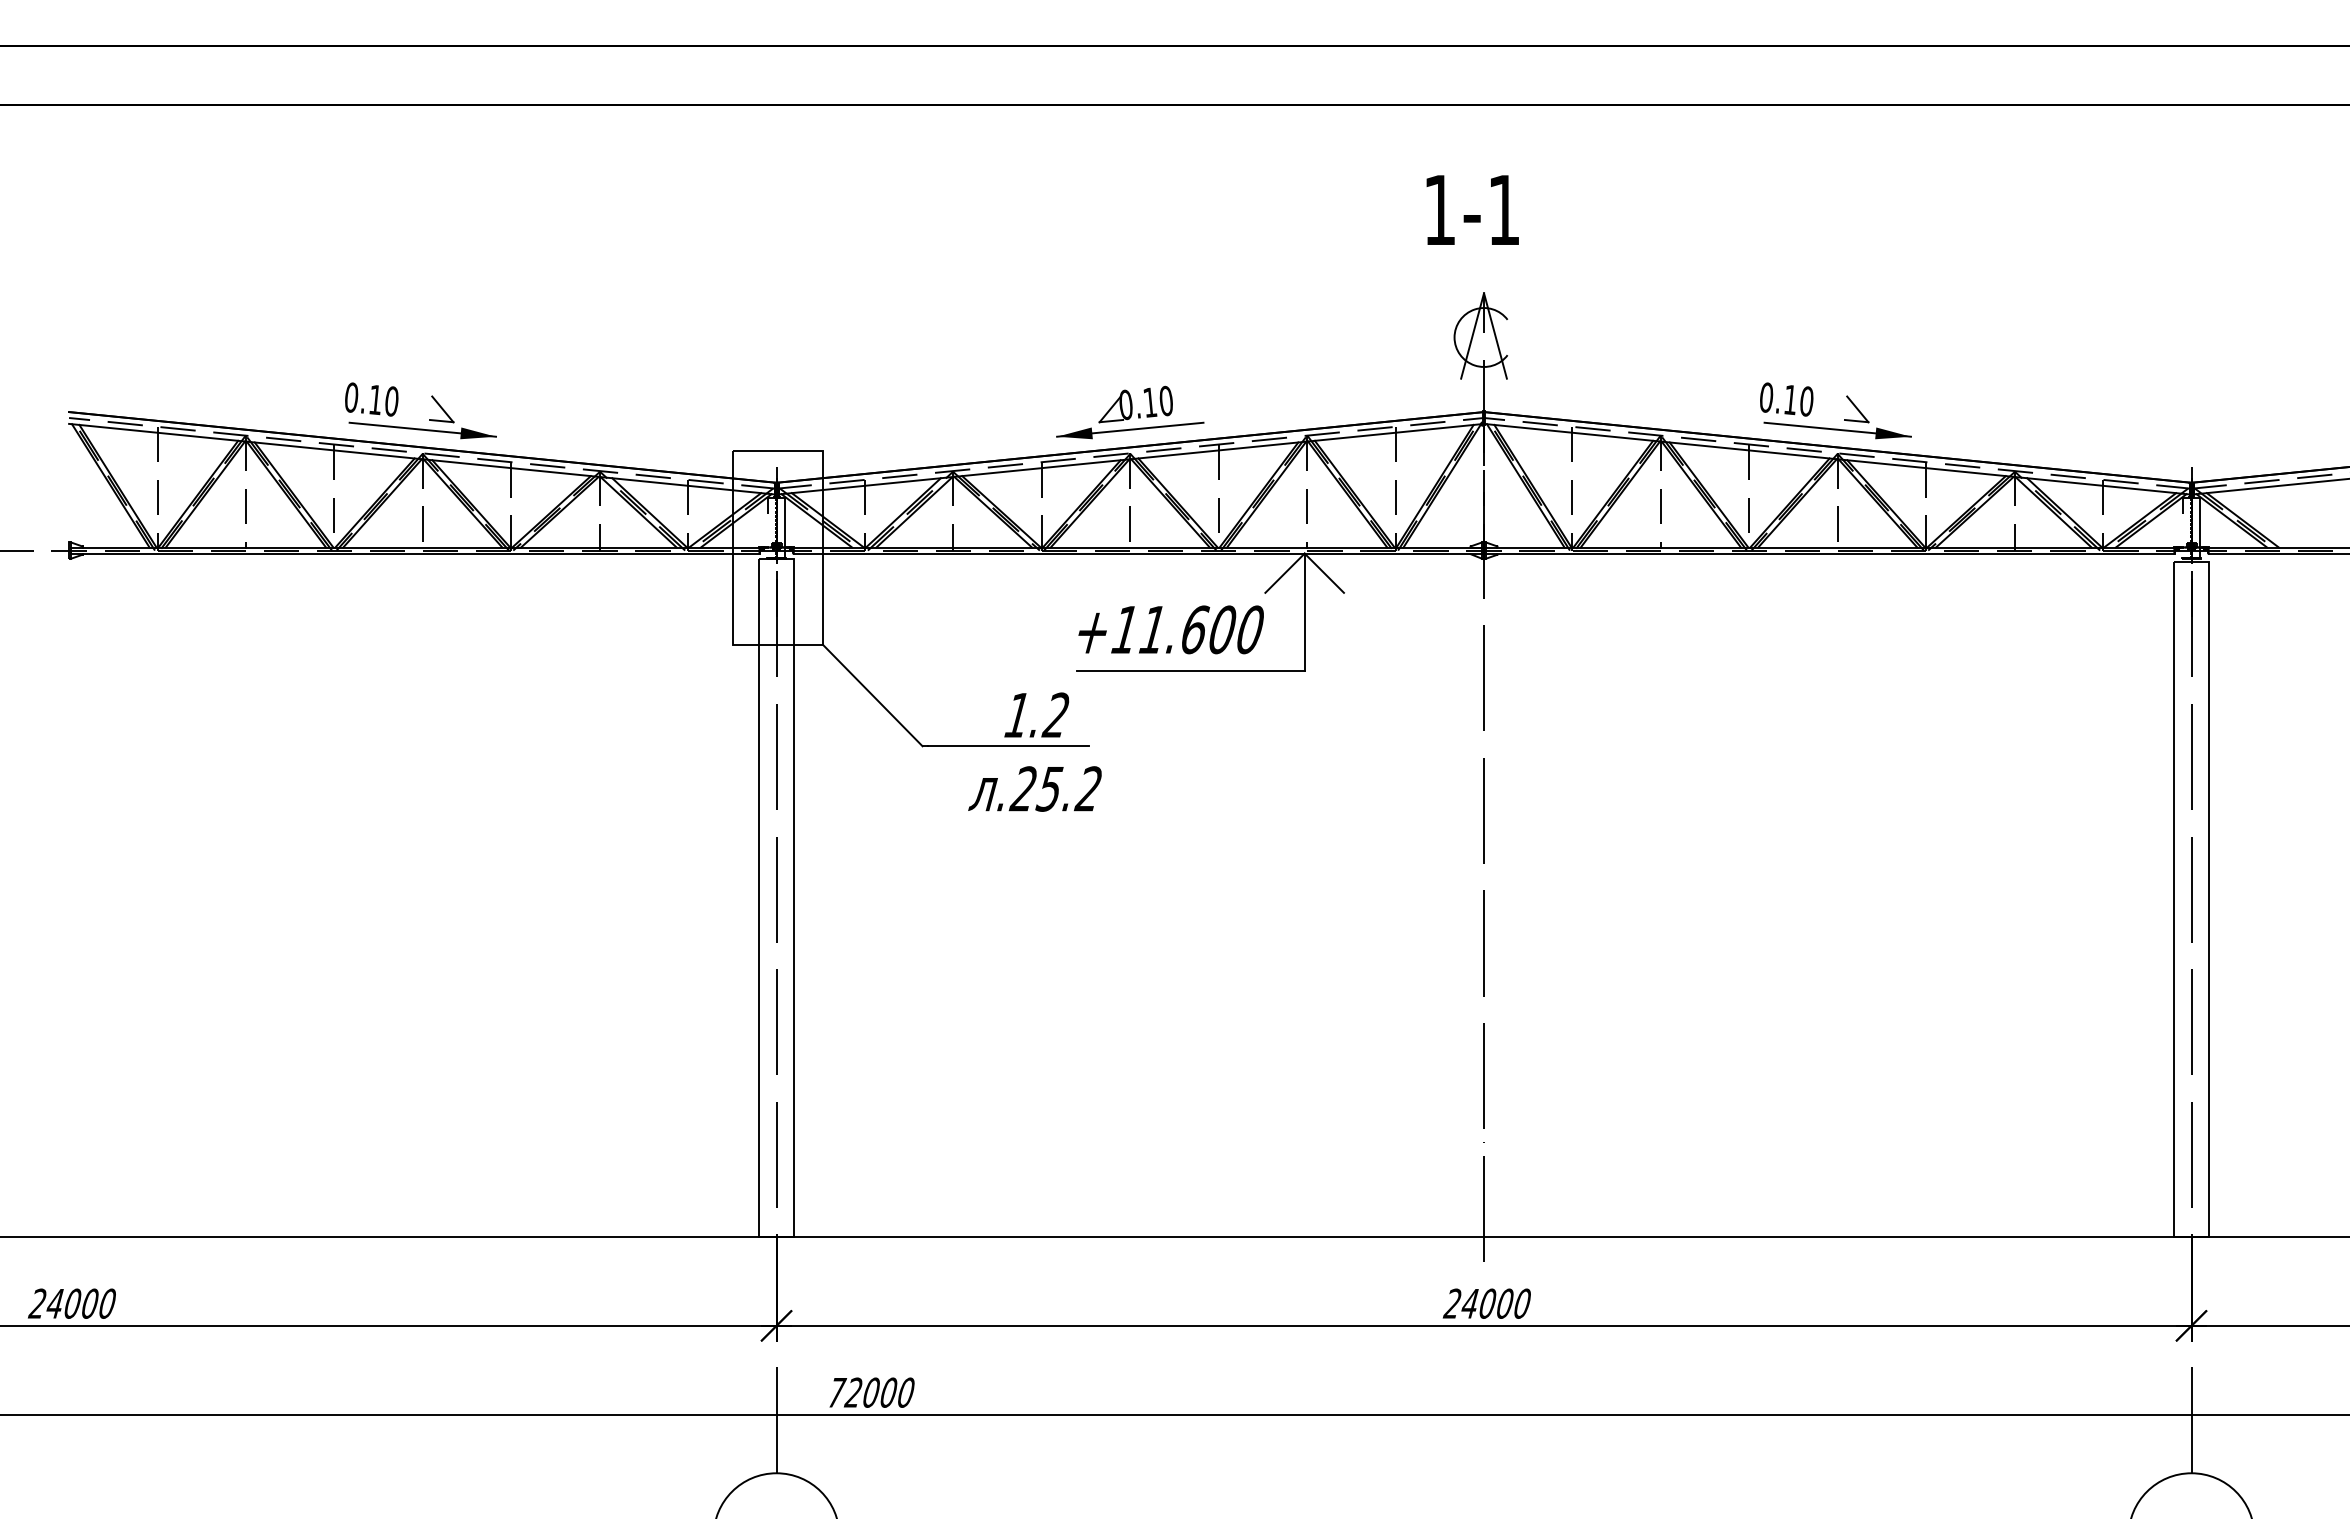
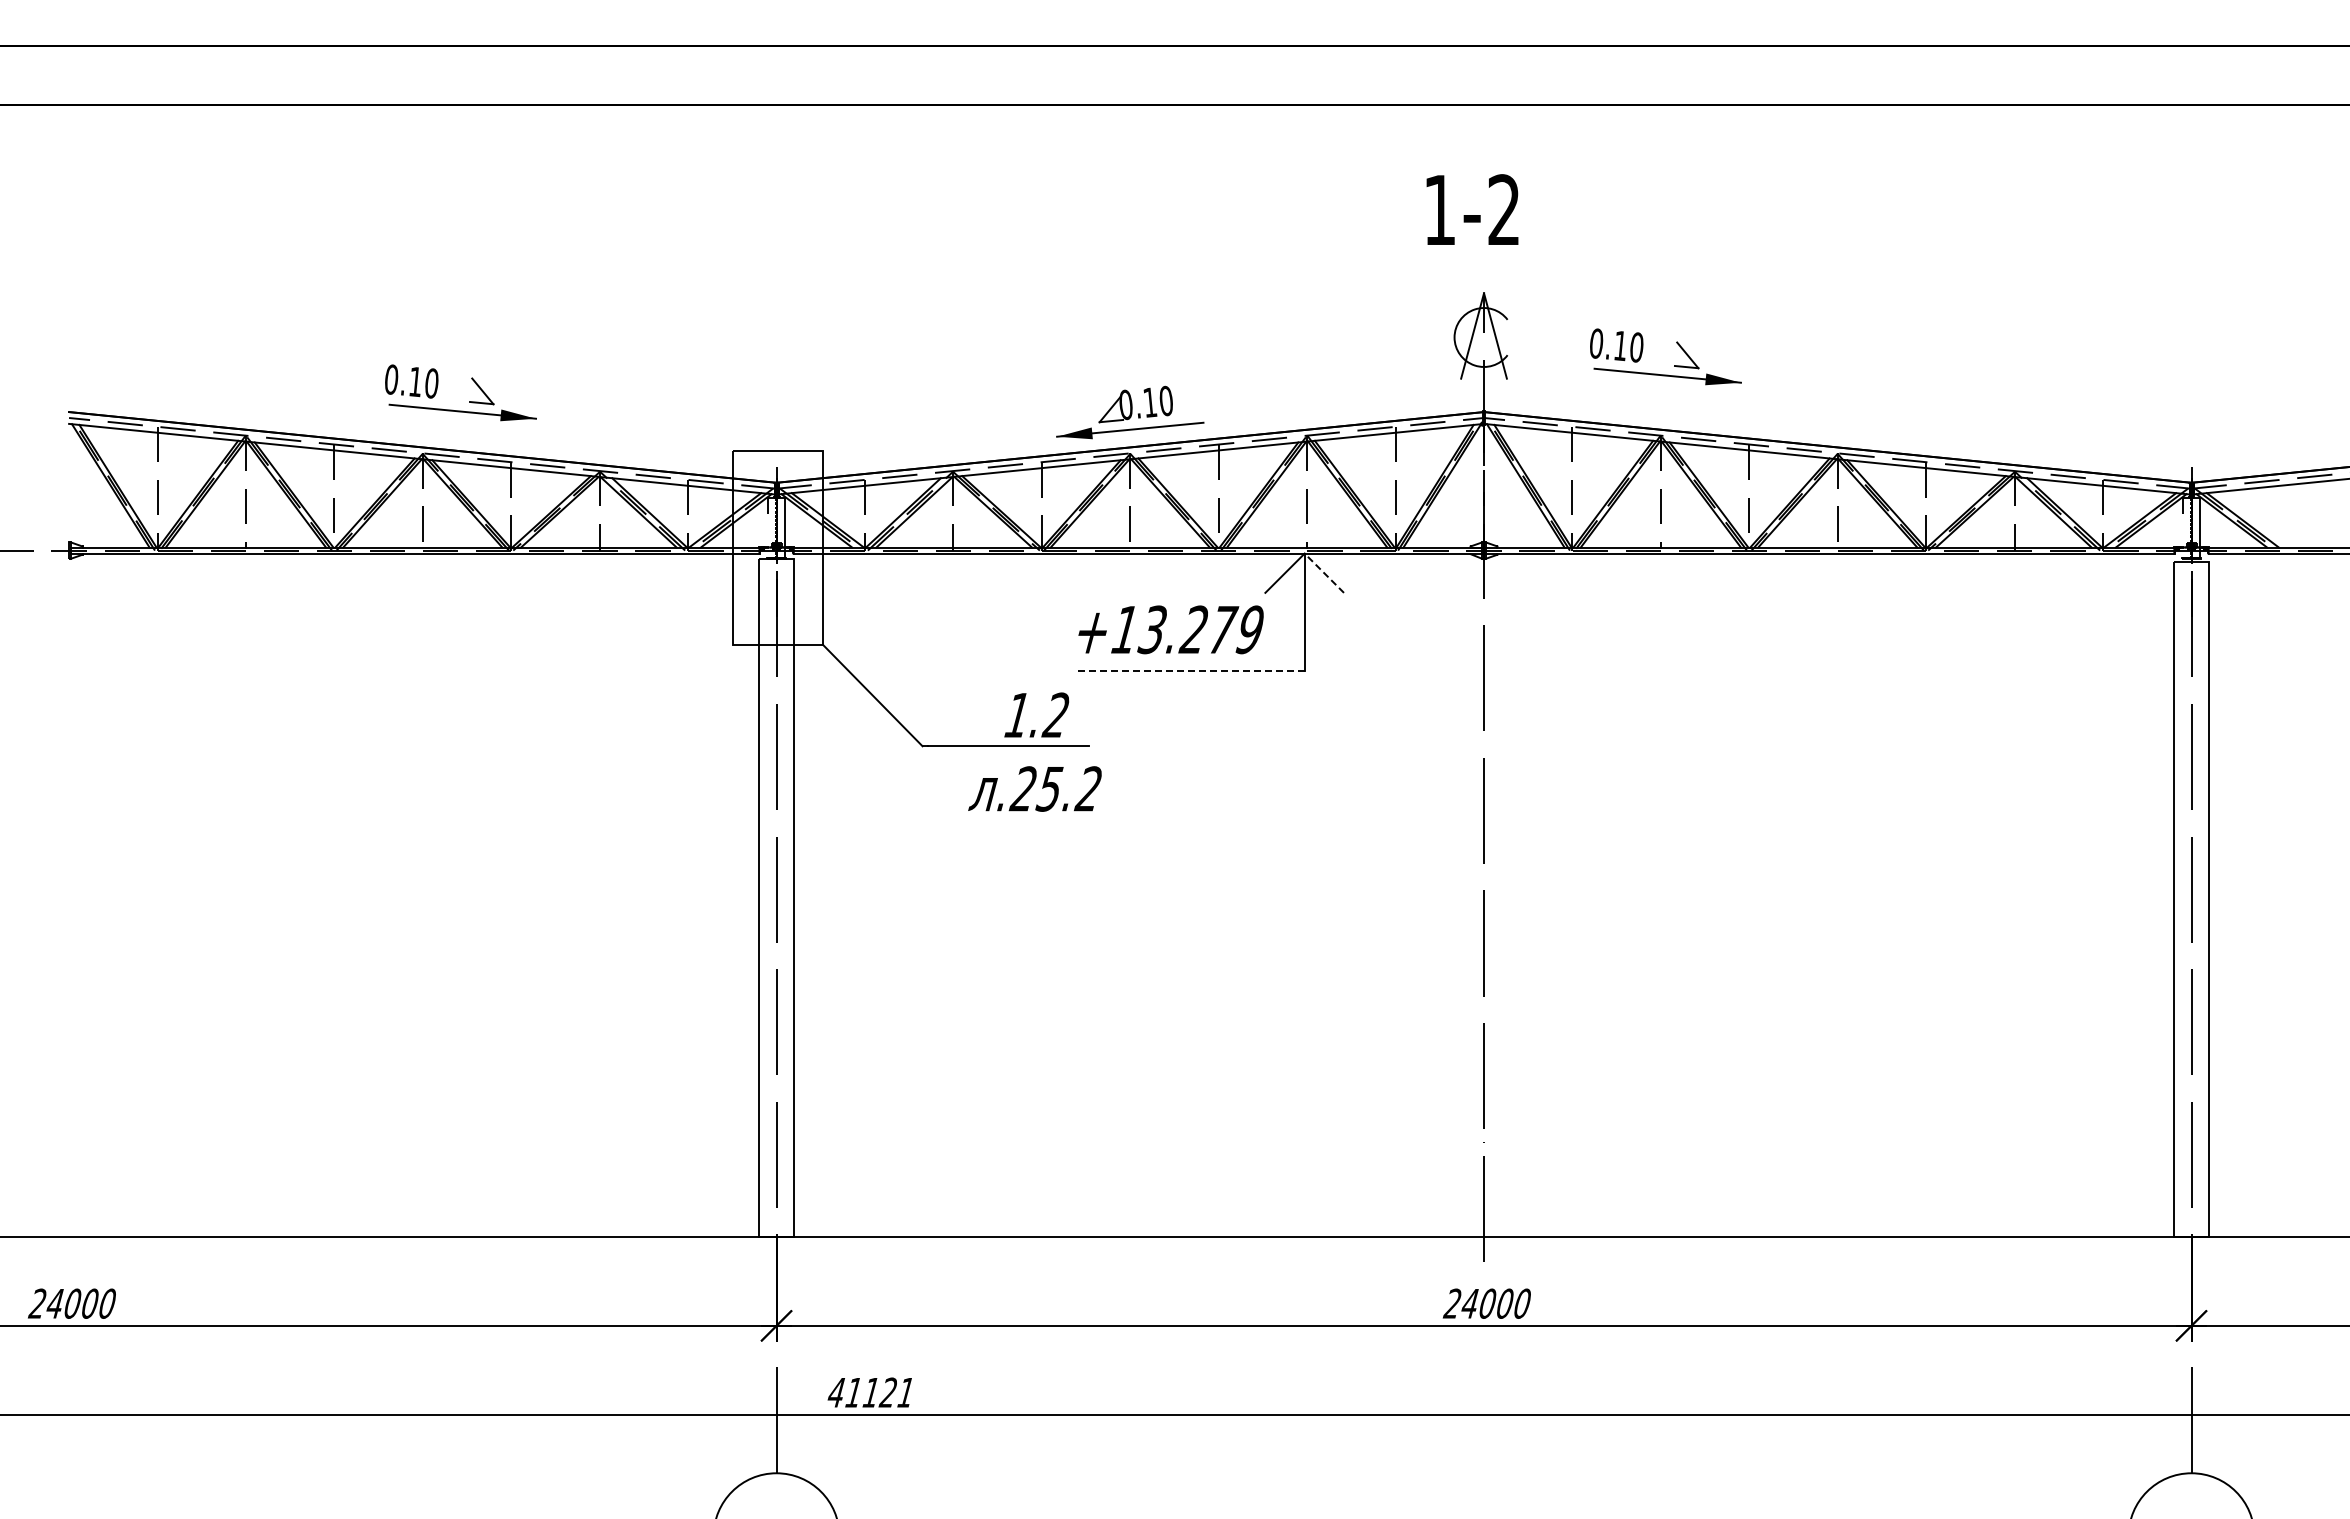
text at (1503, 209): 1-1 -> 1-2
part at (429, 419) position: (429, 419) -> (469, 401)
part at (1844, 419) position: (1844, 419) -> (1674, 365)
line at (1324, 573): solid -> dashed
text at (1200, 629): +11.600 -> +13.279
line at (1190, 671): solid -> dashed
text at (870, 1392): 72000 -> 41121
